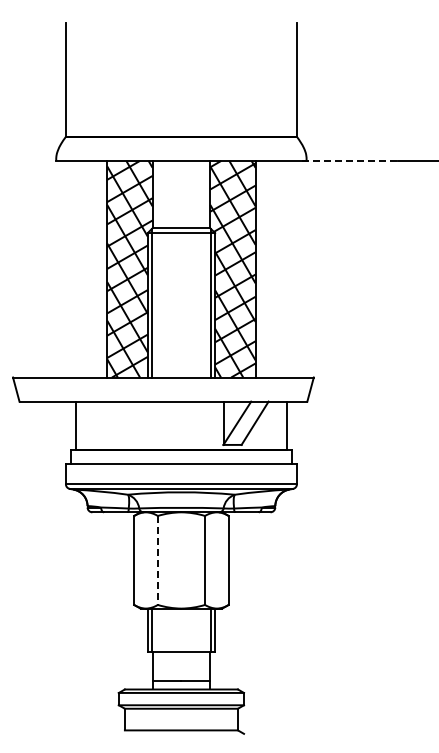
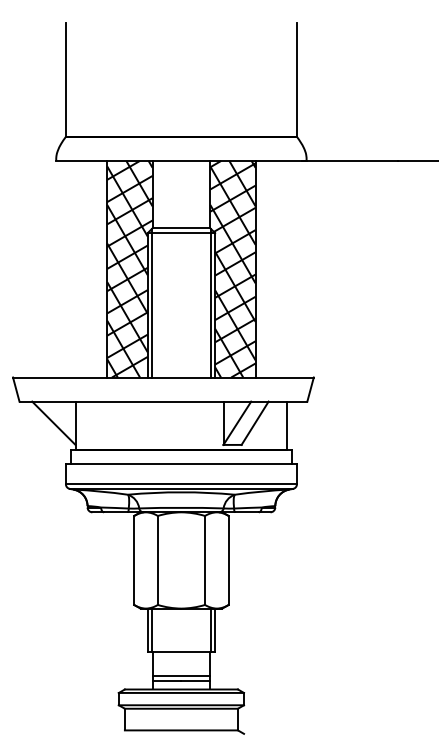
line at (350, 160): dashed -> solid
line at (53, 422): none -> present
line at (157, 560): dashed -> solid
line at (181, 676): none -> present
